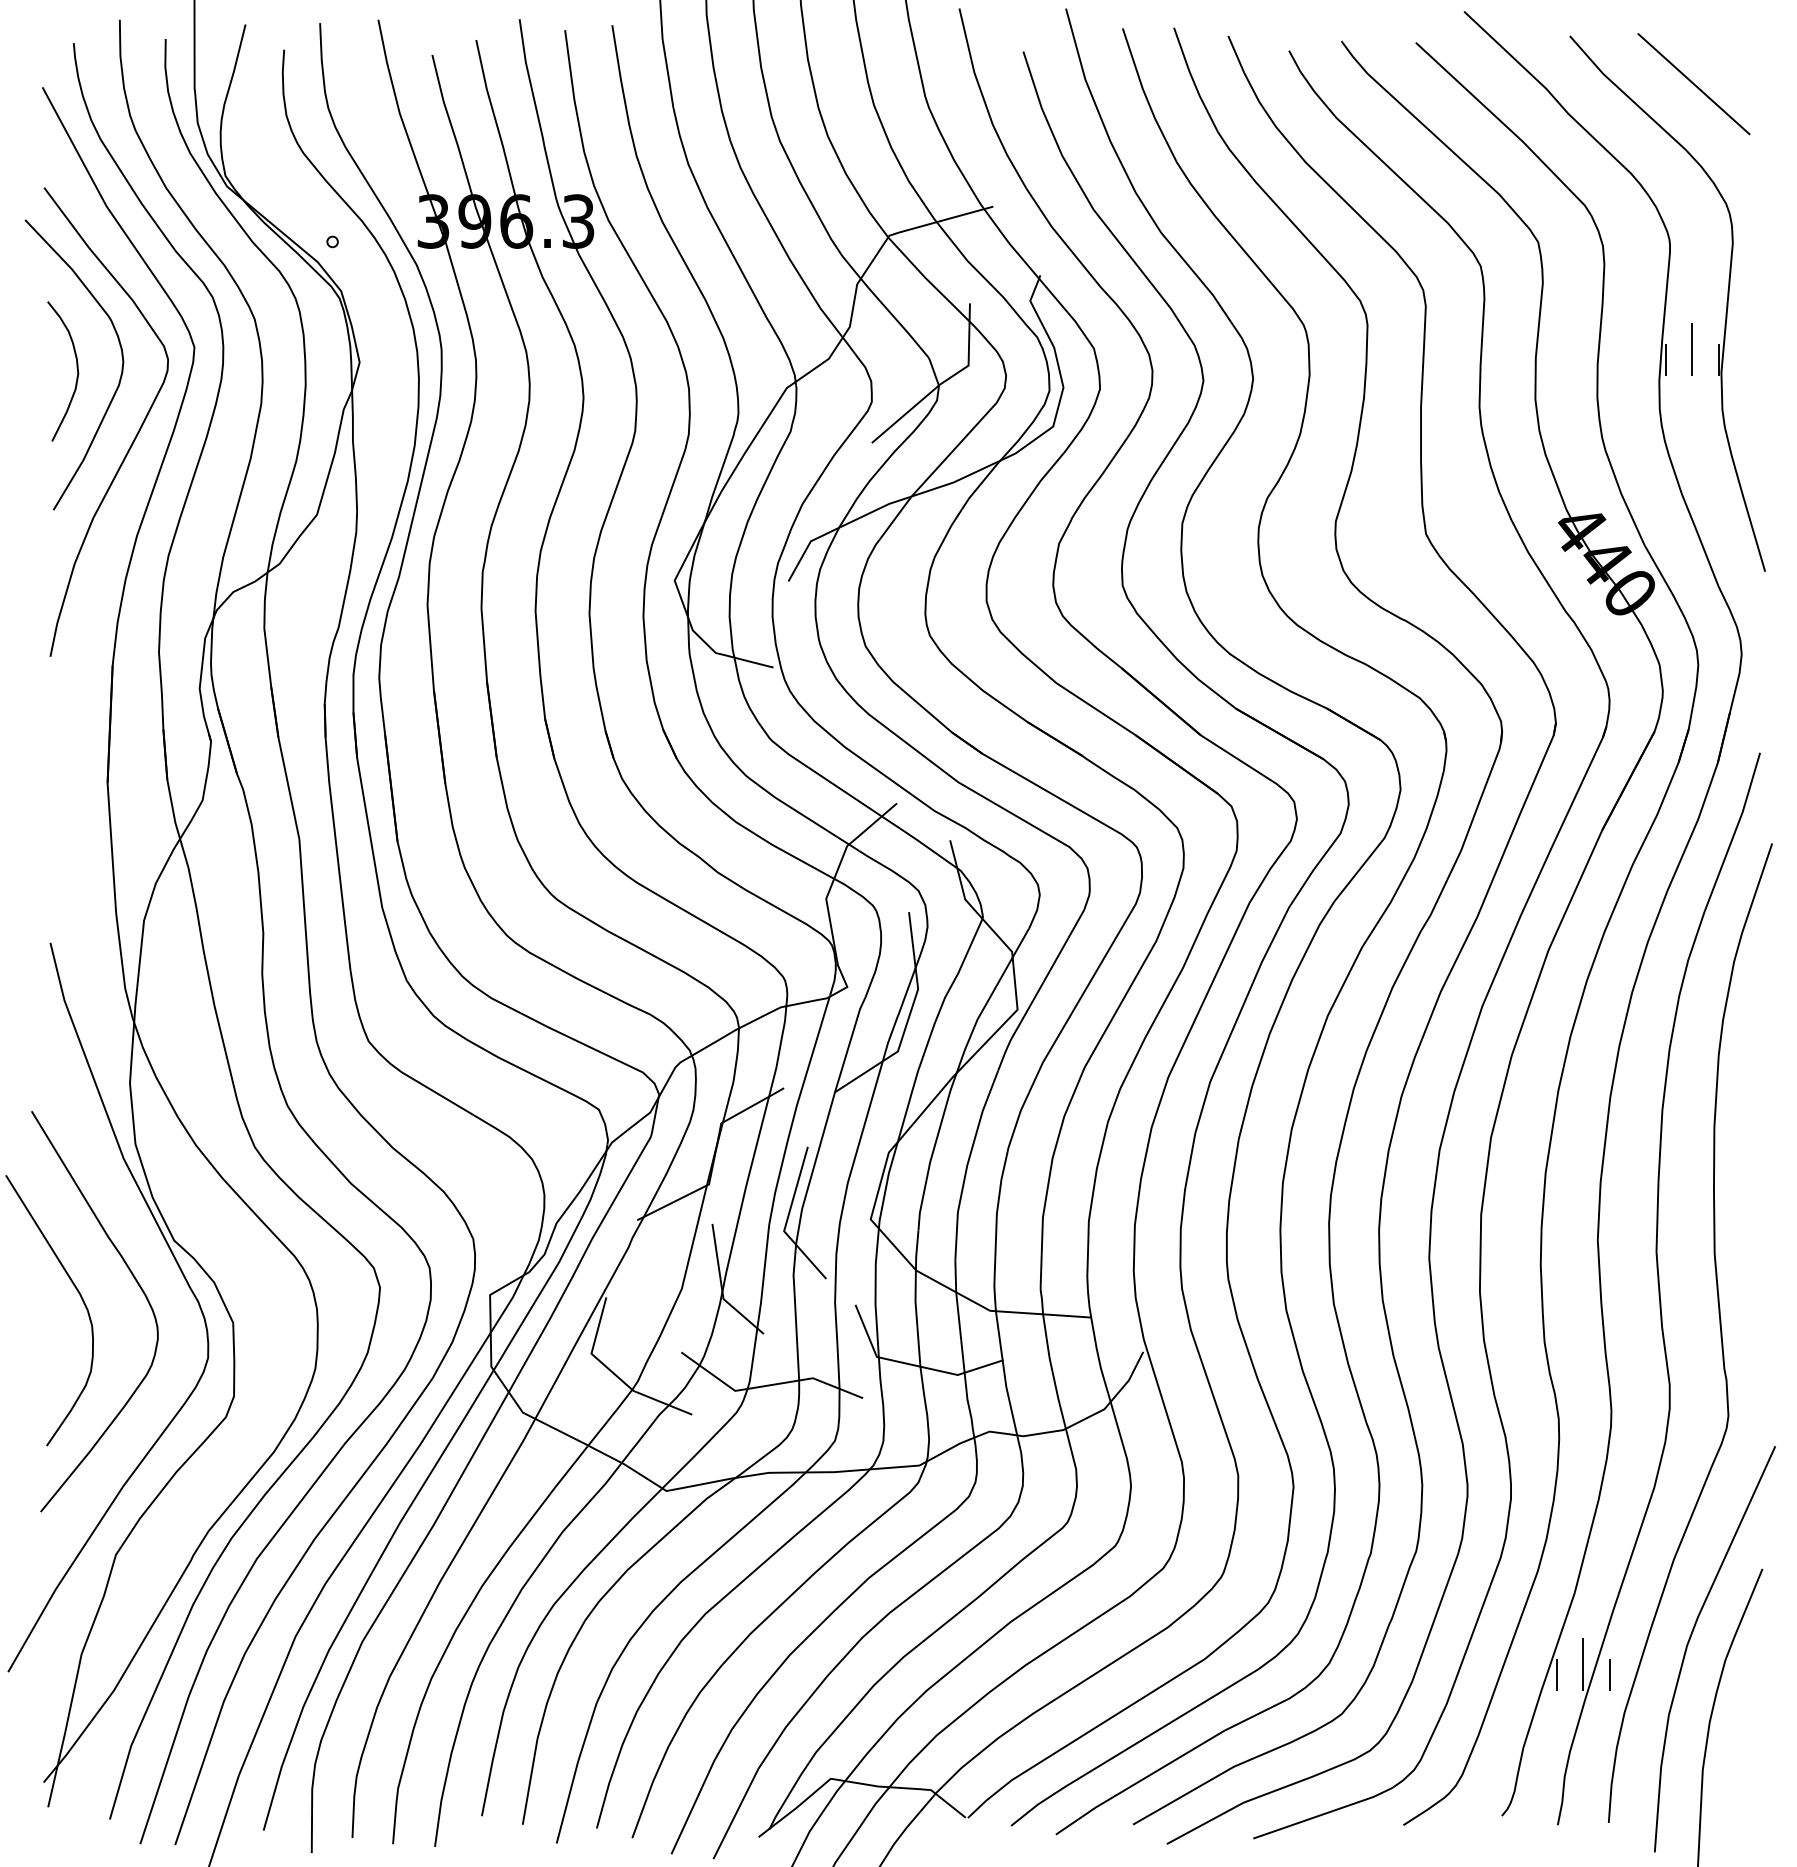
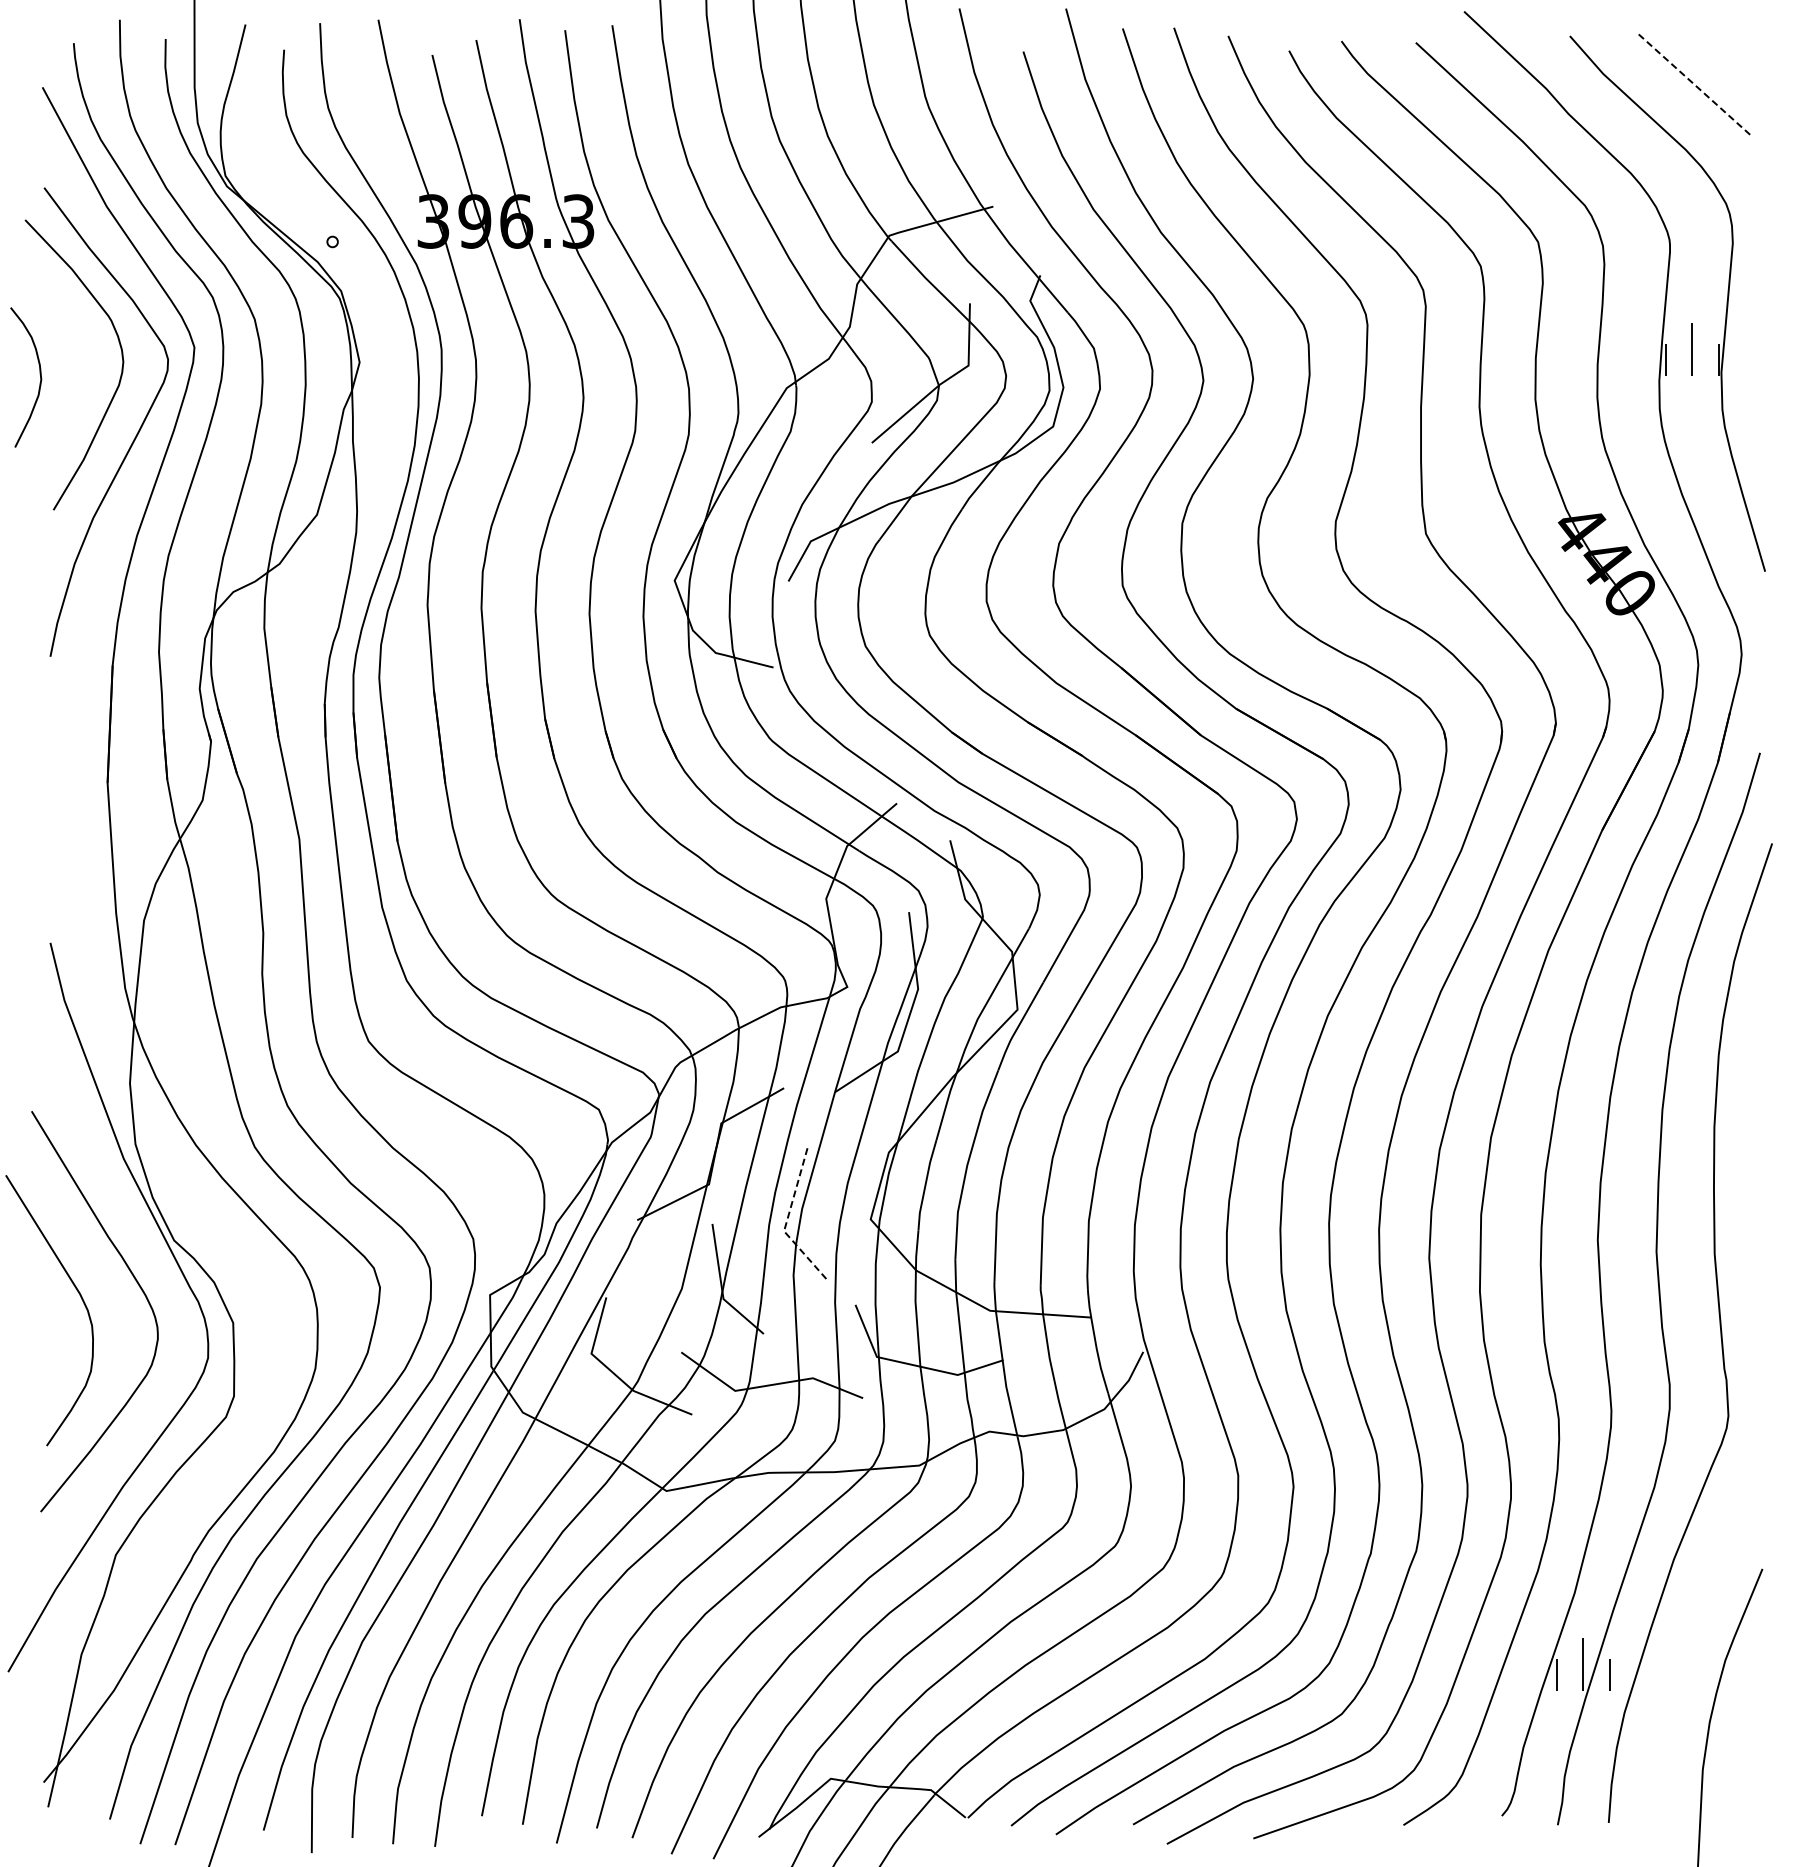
line at (1693, 84): solid -> dashed
curve at (76, 368) position: (76, 368) -> (39, 374)
line at (787, 1220): solid -> dashed
curve at (1690, 1640): present -> none
